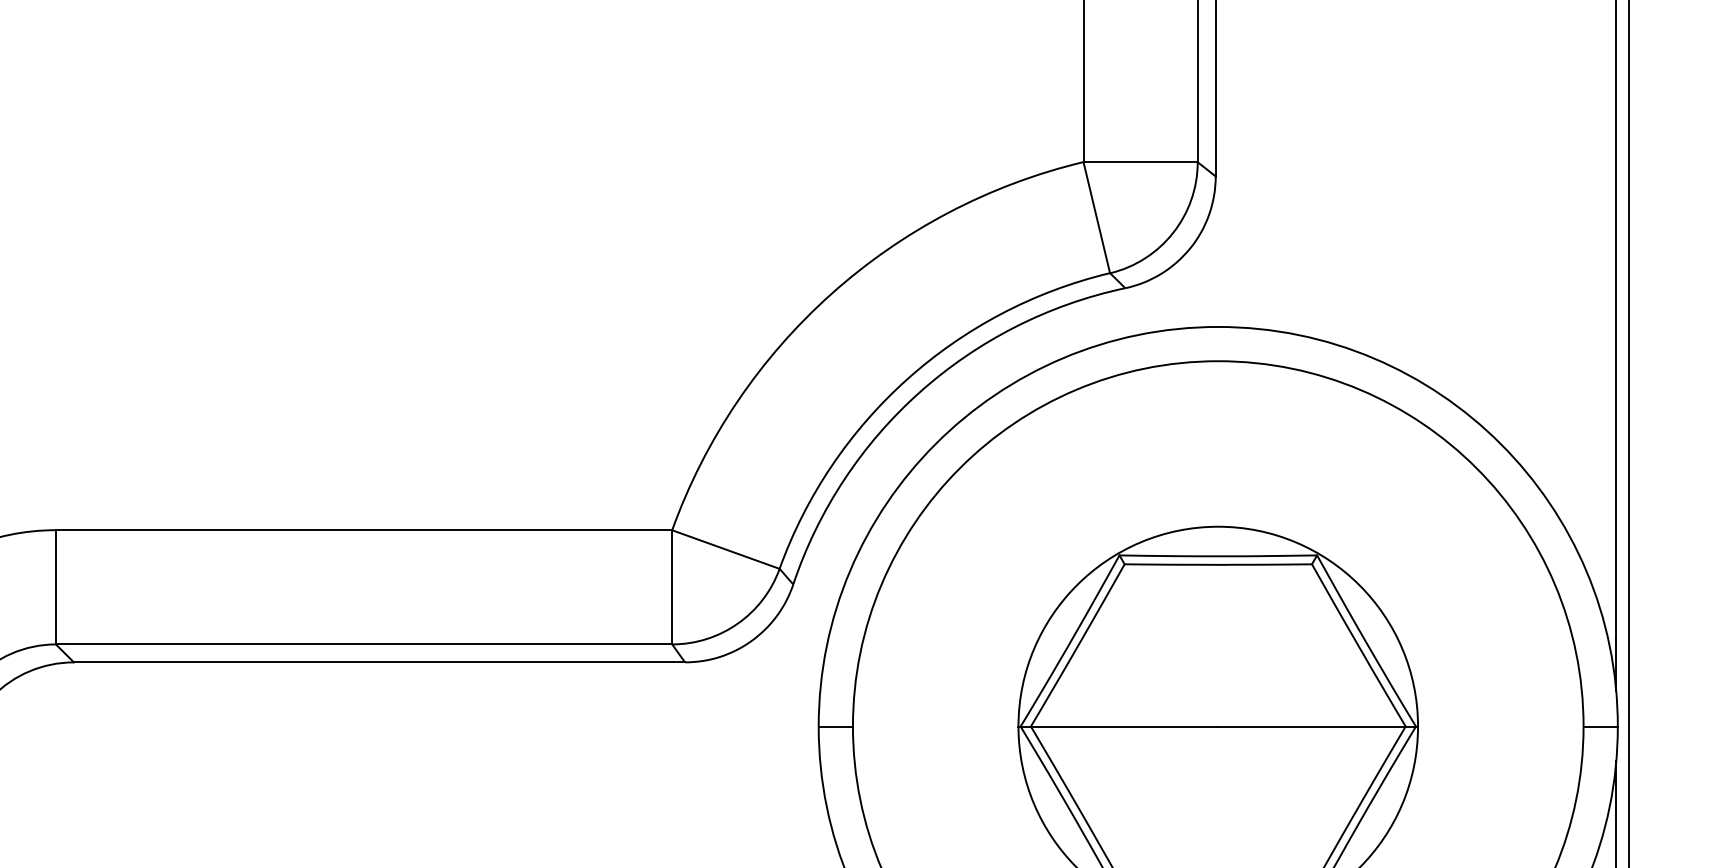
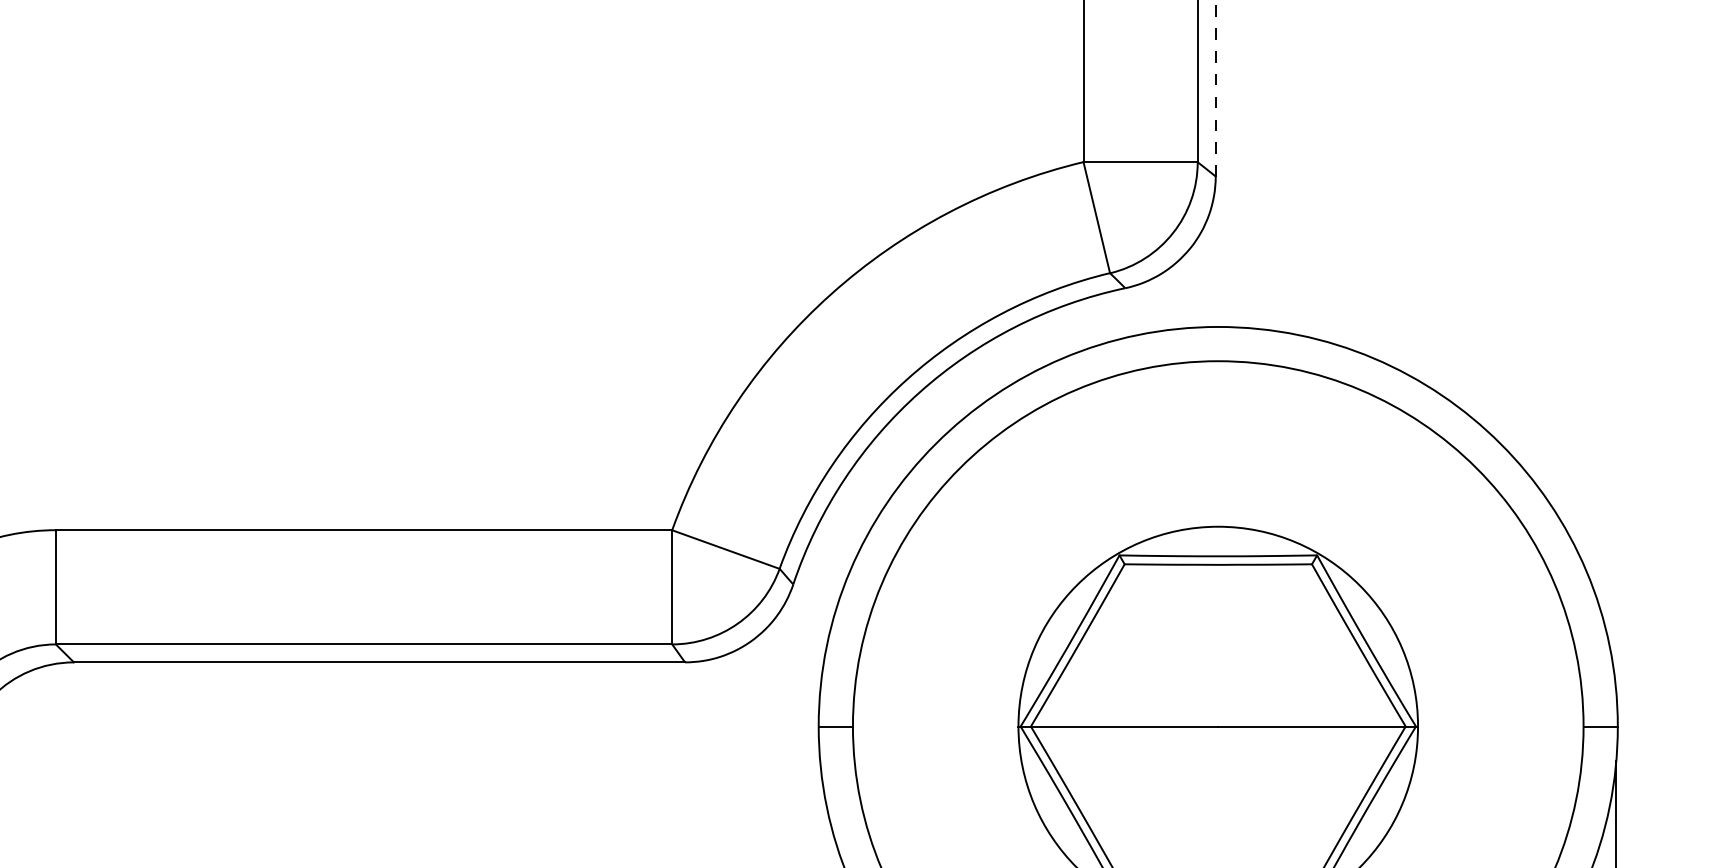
line at (1215, 88): solid -> dashed
line at (1616, 346): present -> none
line at (1629, 433): present -> none
